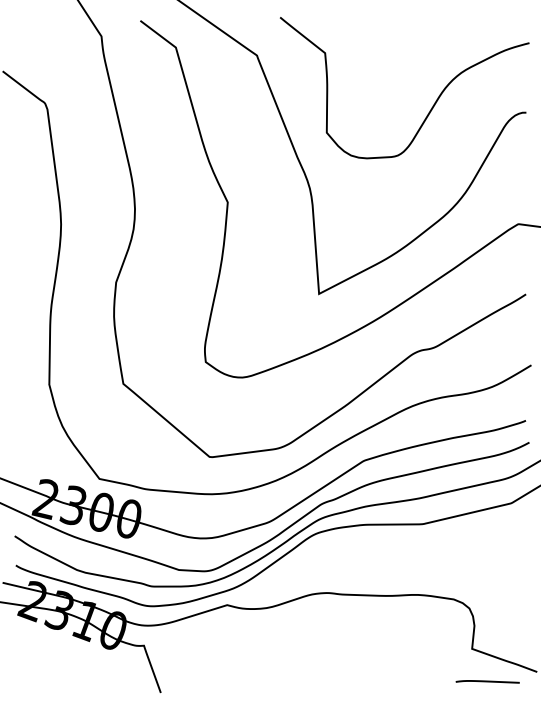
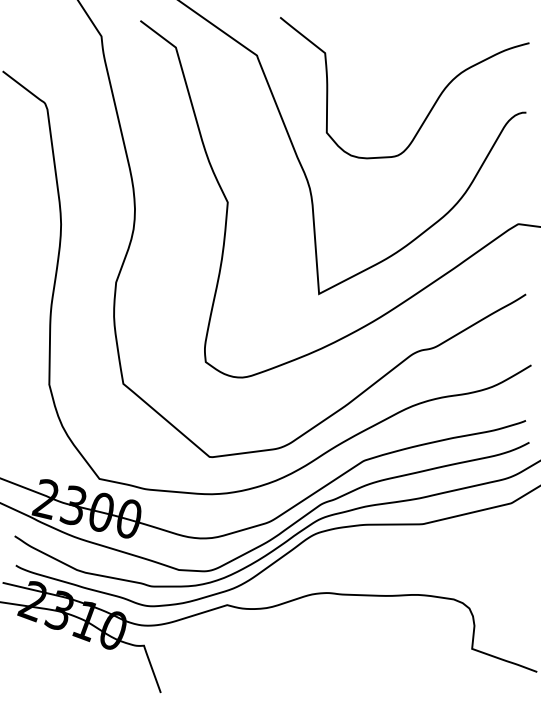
line at (487, 681): present -> none
